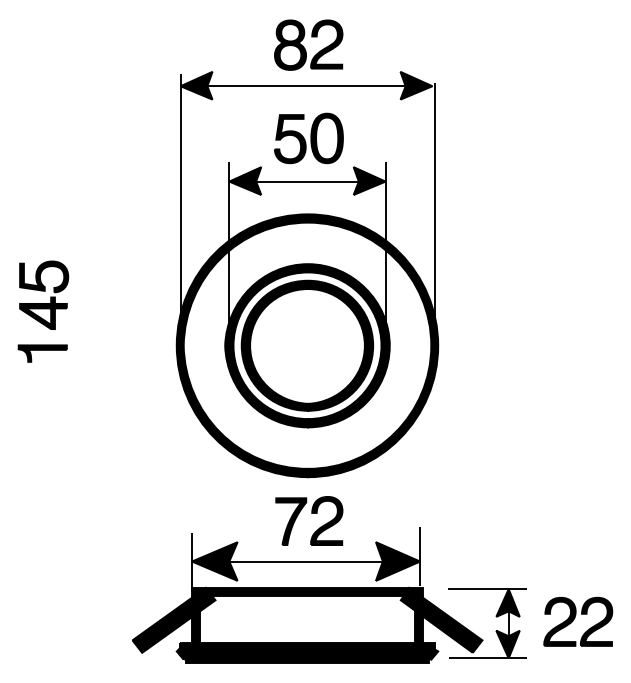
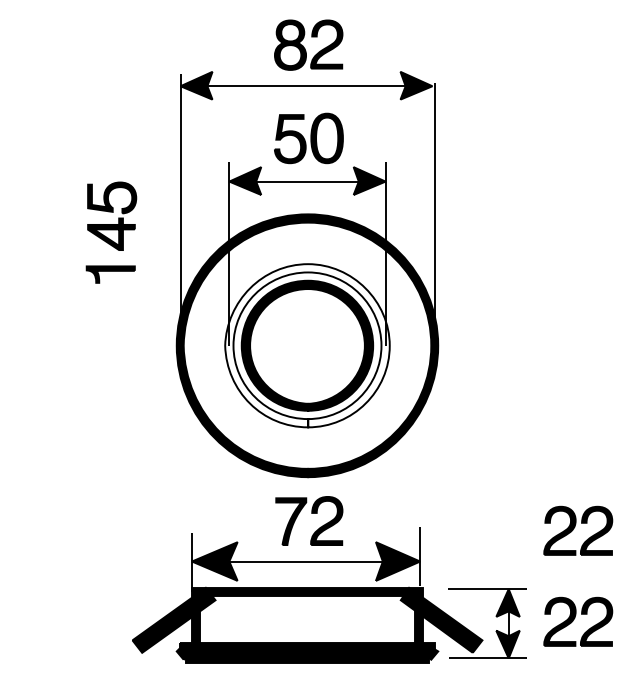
part at (43, 311) position: (43, 311) -> (111, 232)
fill at (307, 345): present -> none
part at (578, 530): none -> present
